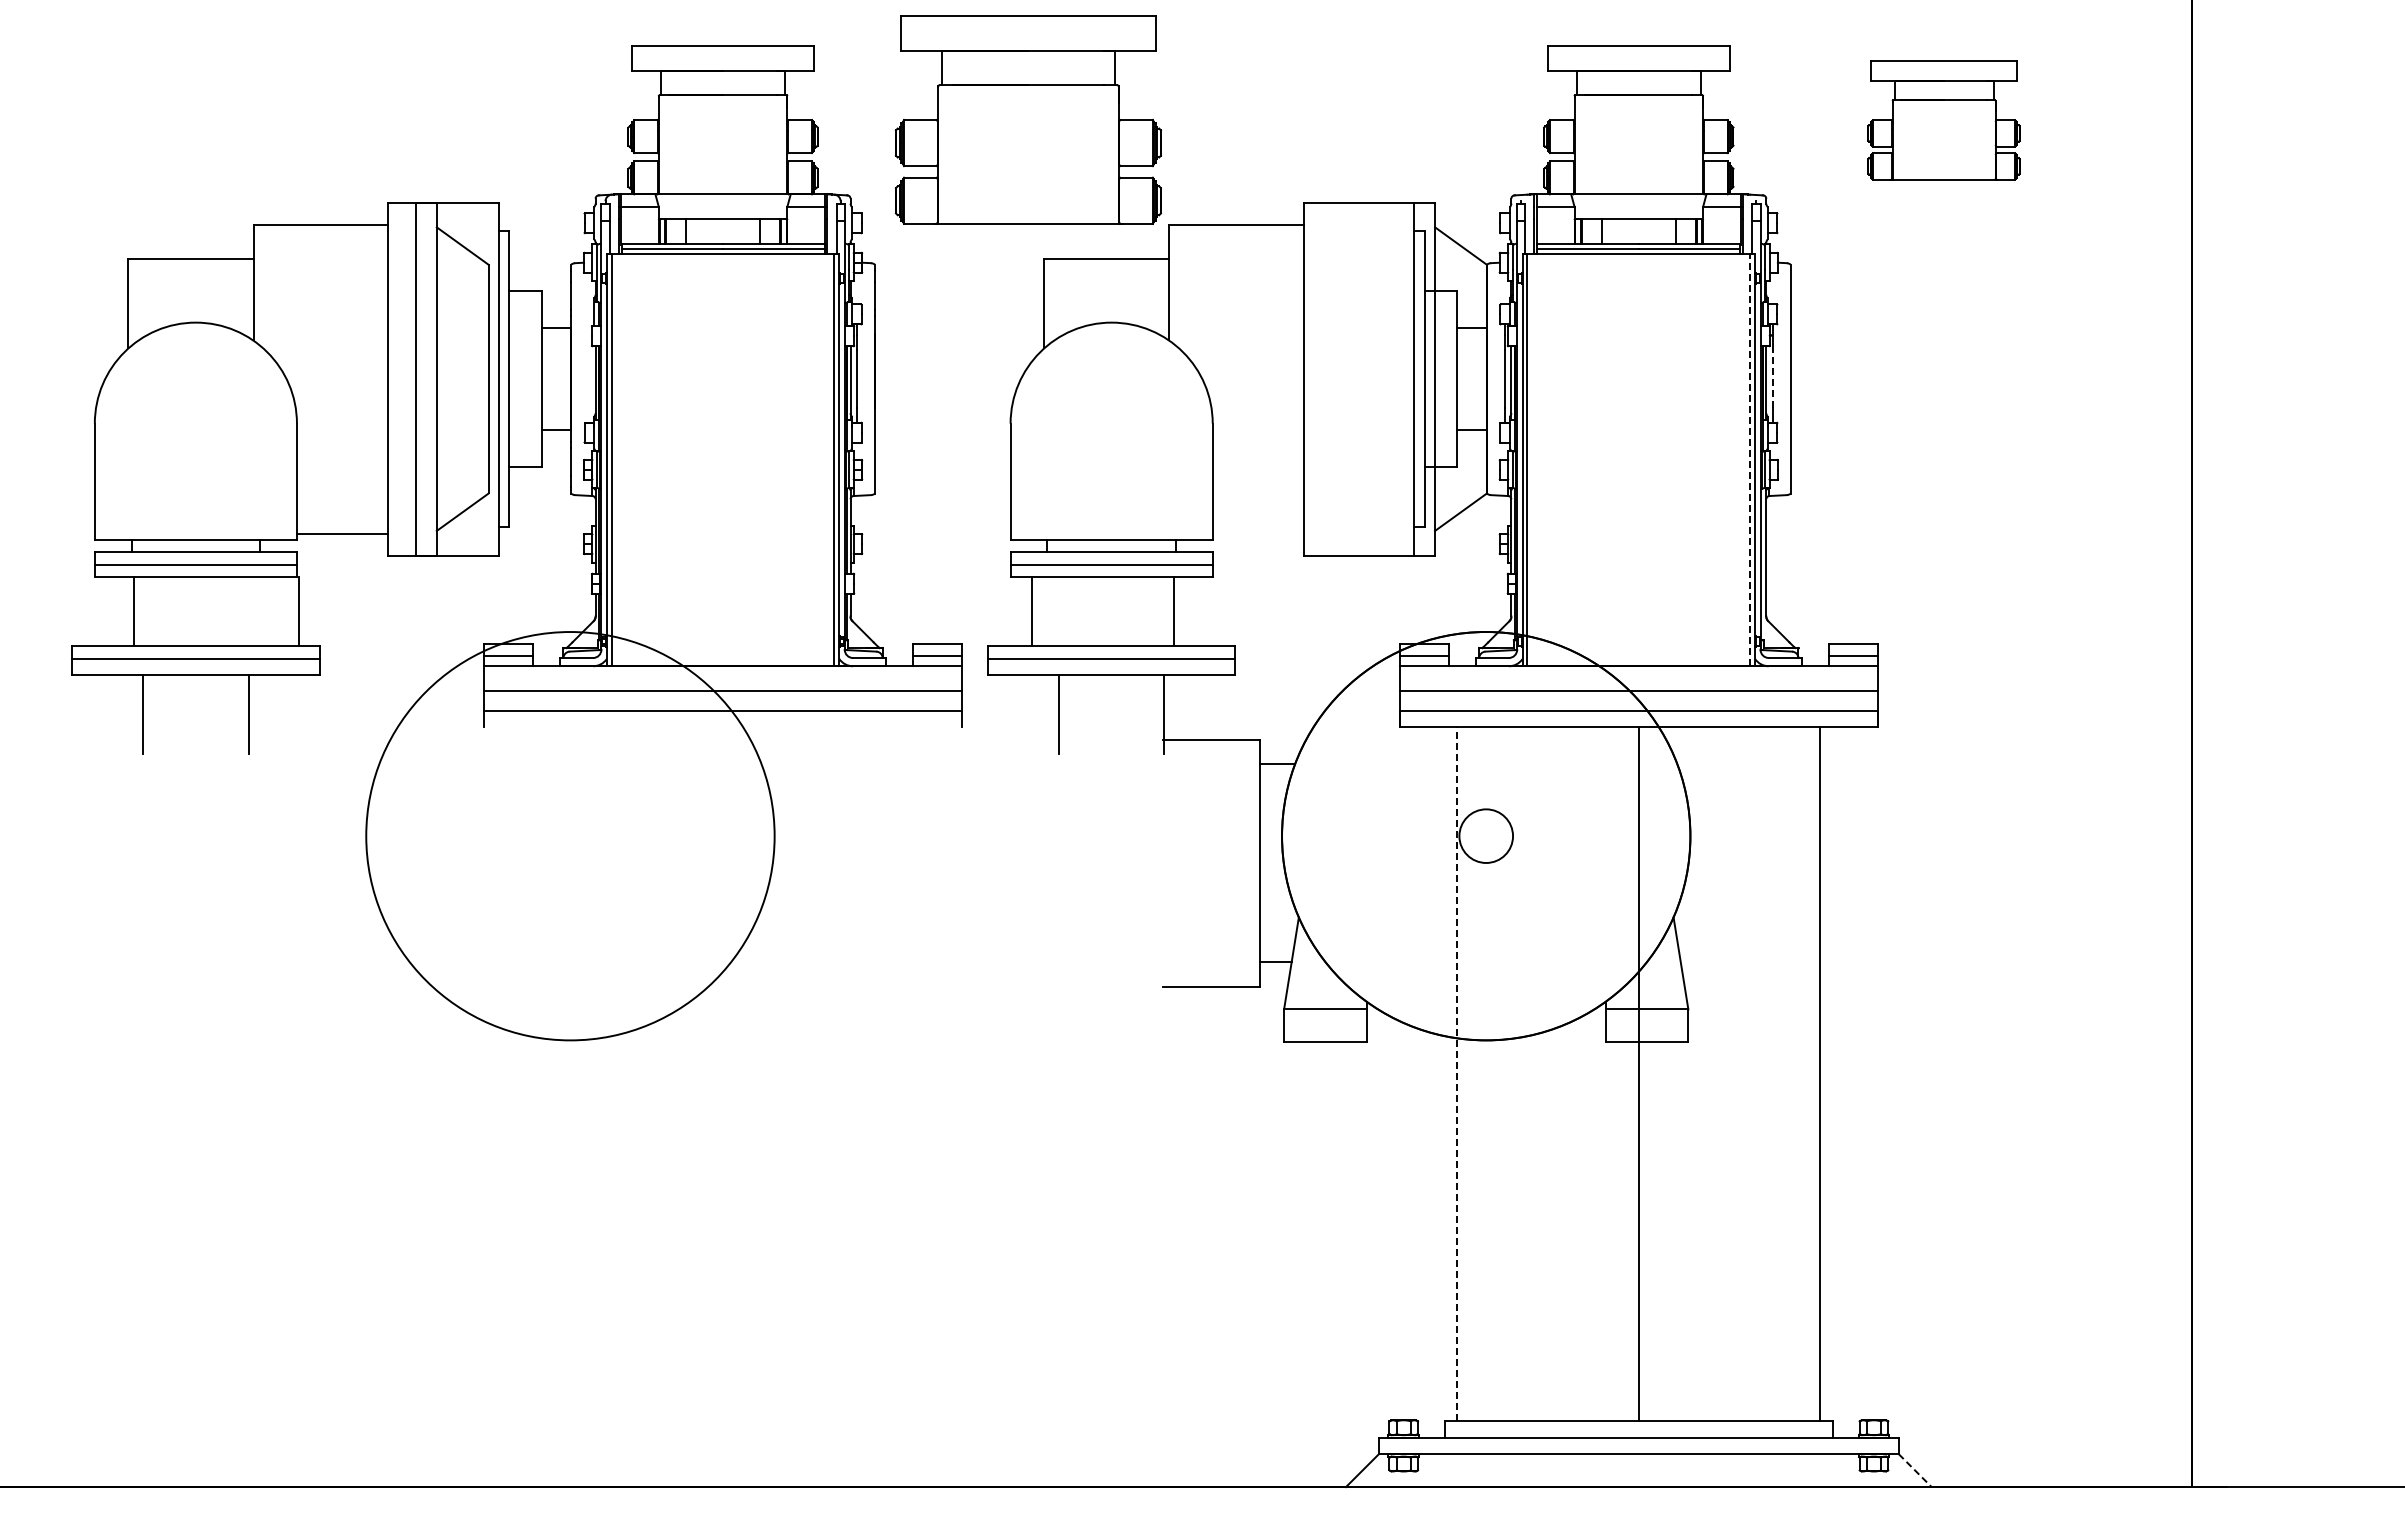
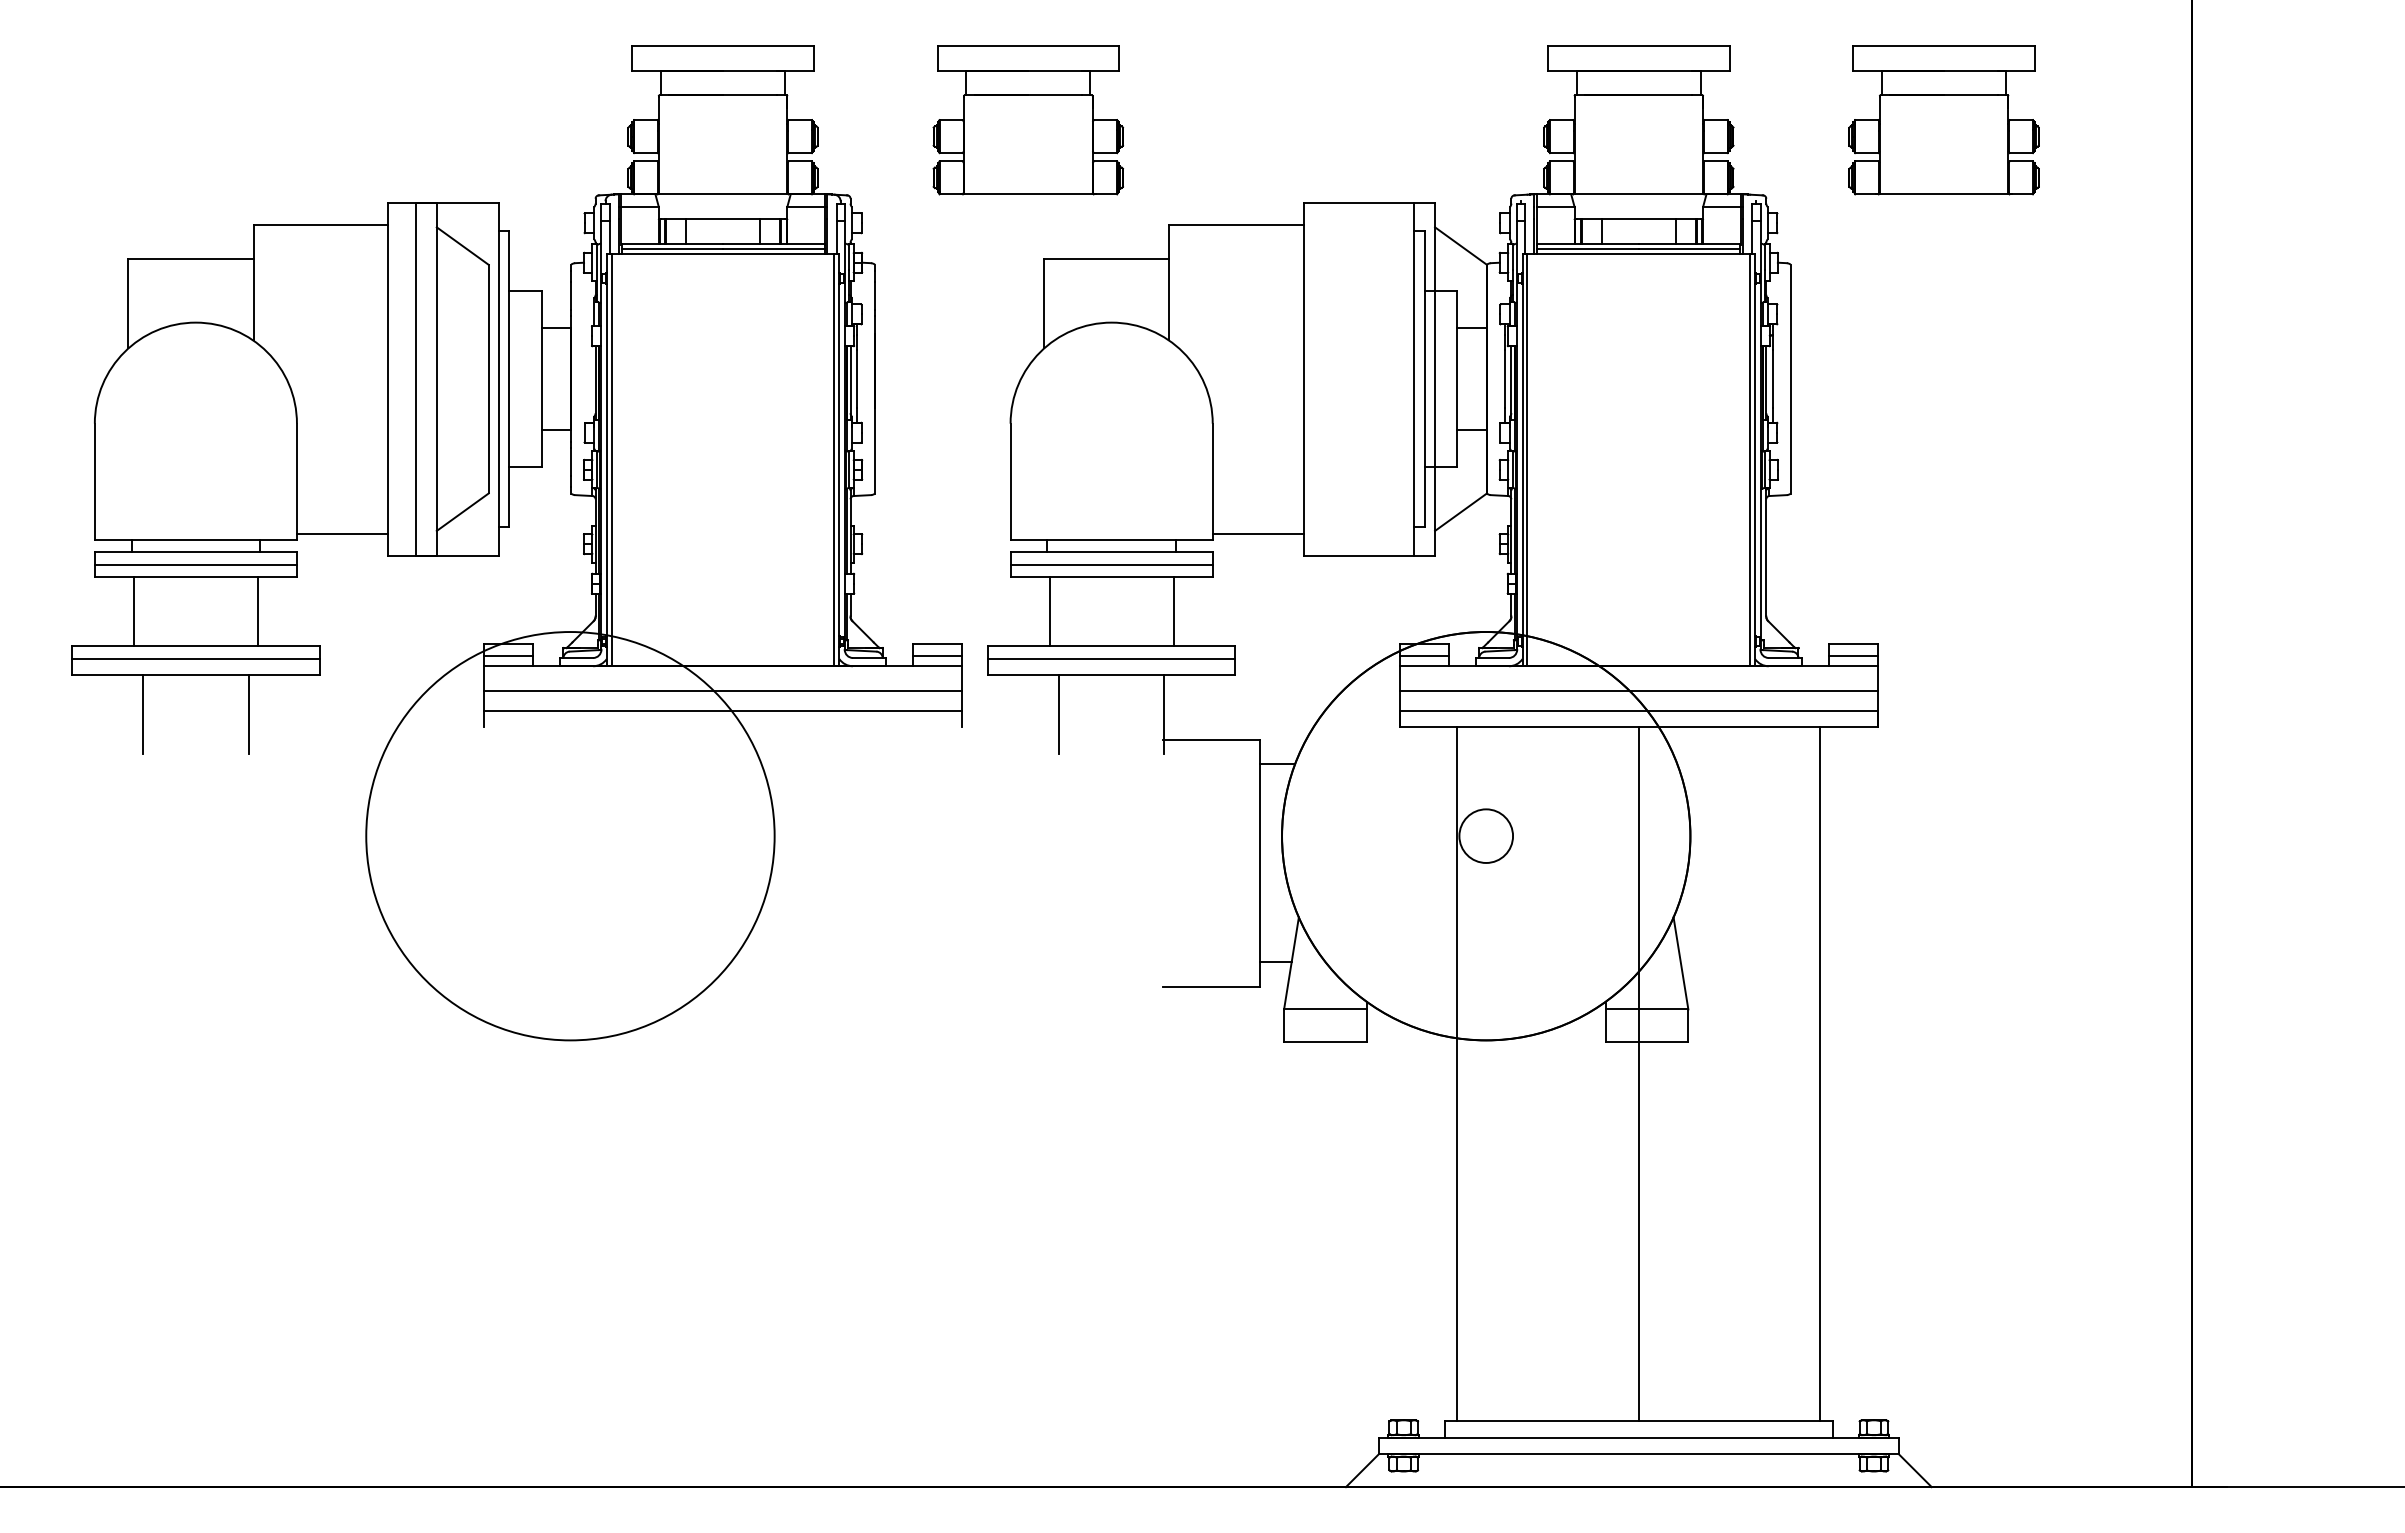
part at (1027, 119) size: 268x210 px -> 192x151 px
part at (1943, 120) size: 154x121 px -> 192x151 px
line at (1772, 379): dashed -> solid
line at (1750, 459): dashed -> solid
line at (1257, 533): none -> present
line at (298, 611) position: (298, 611) -> (257, 611)
line at (1031, 611) position: (1031, 611) -> (1049, 611)
line at (1457, 1074): dashed -> solid
line at (1915, 1470): dashed -> solid
